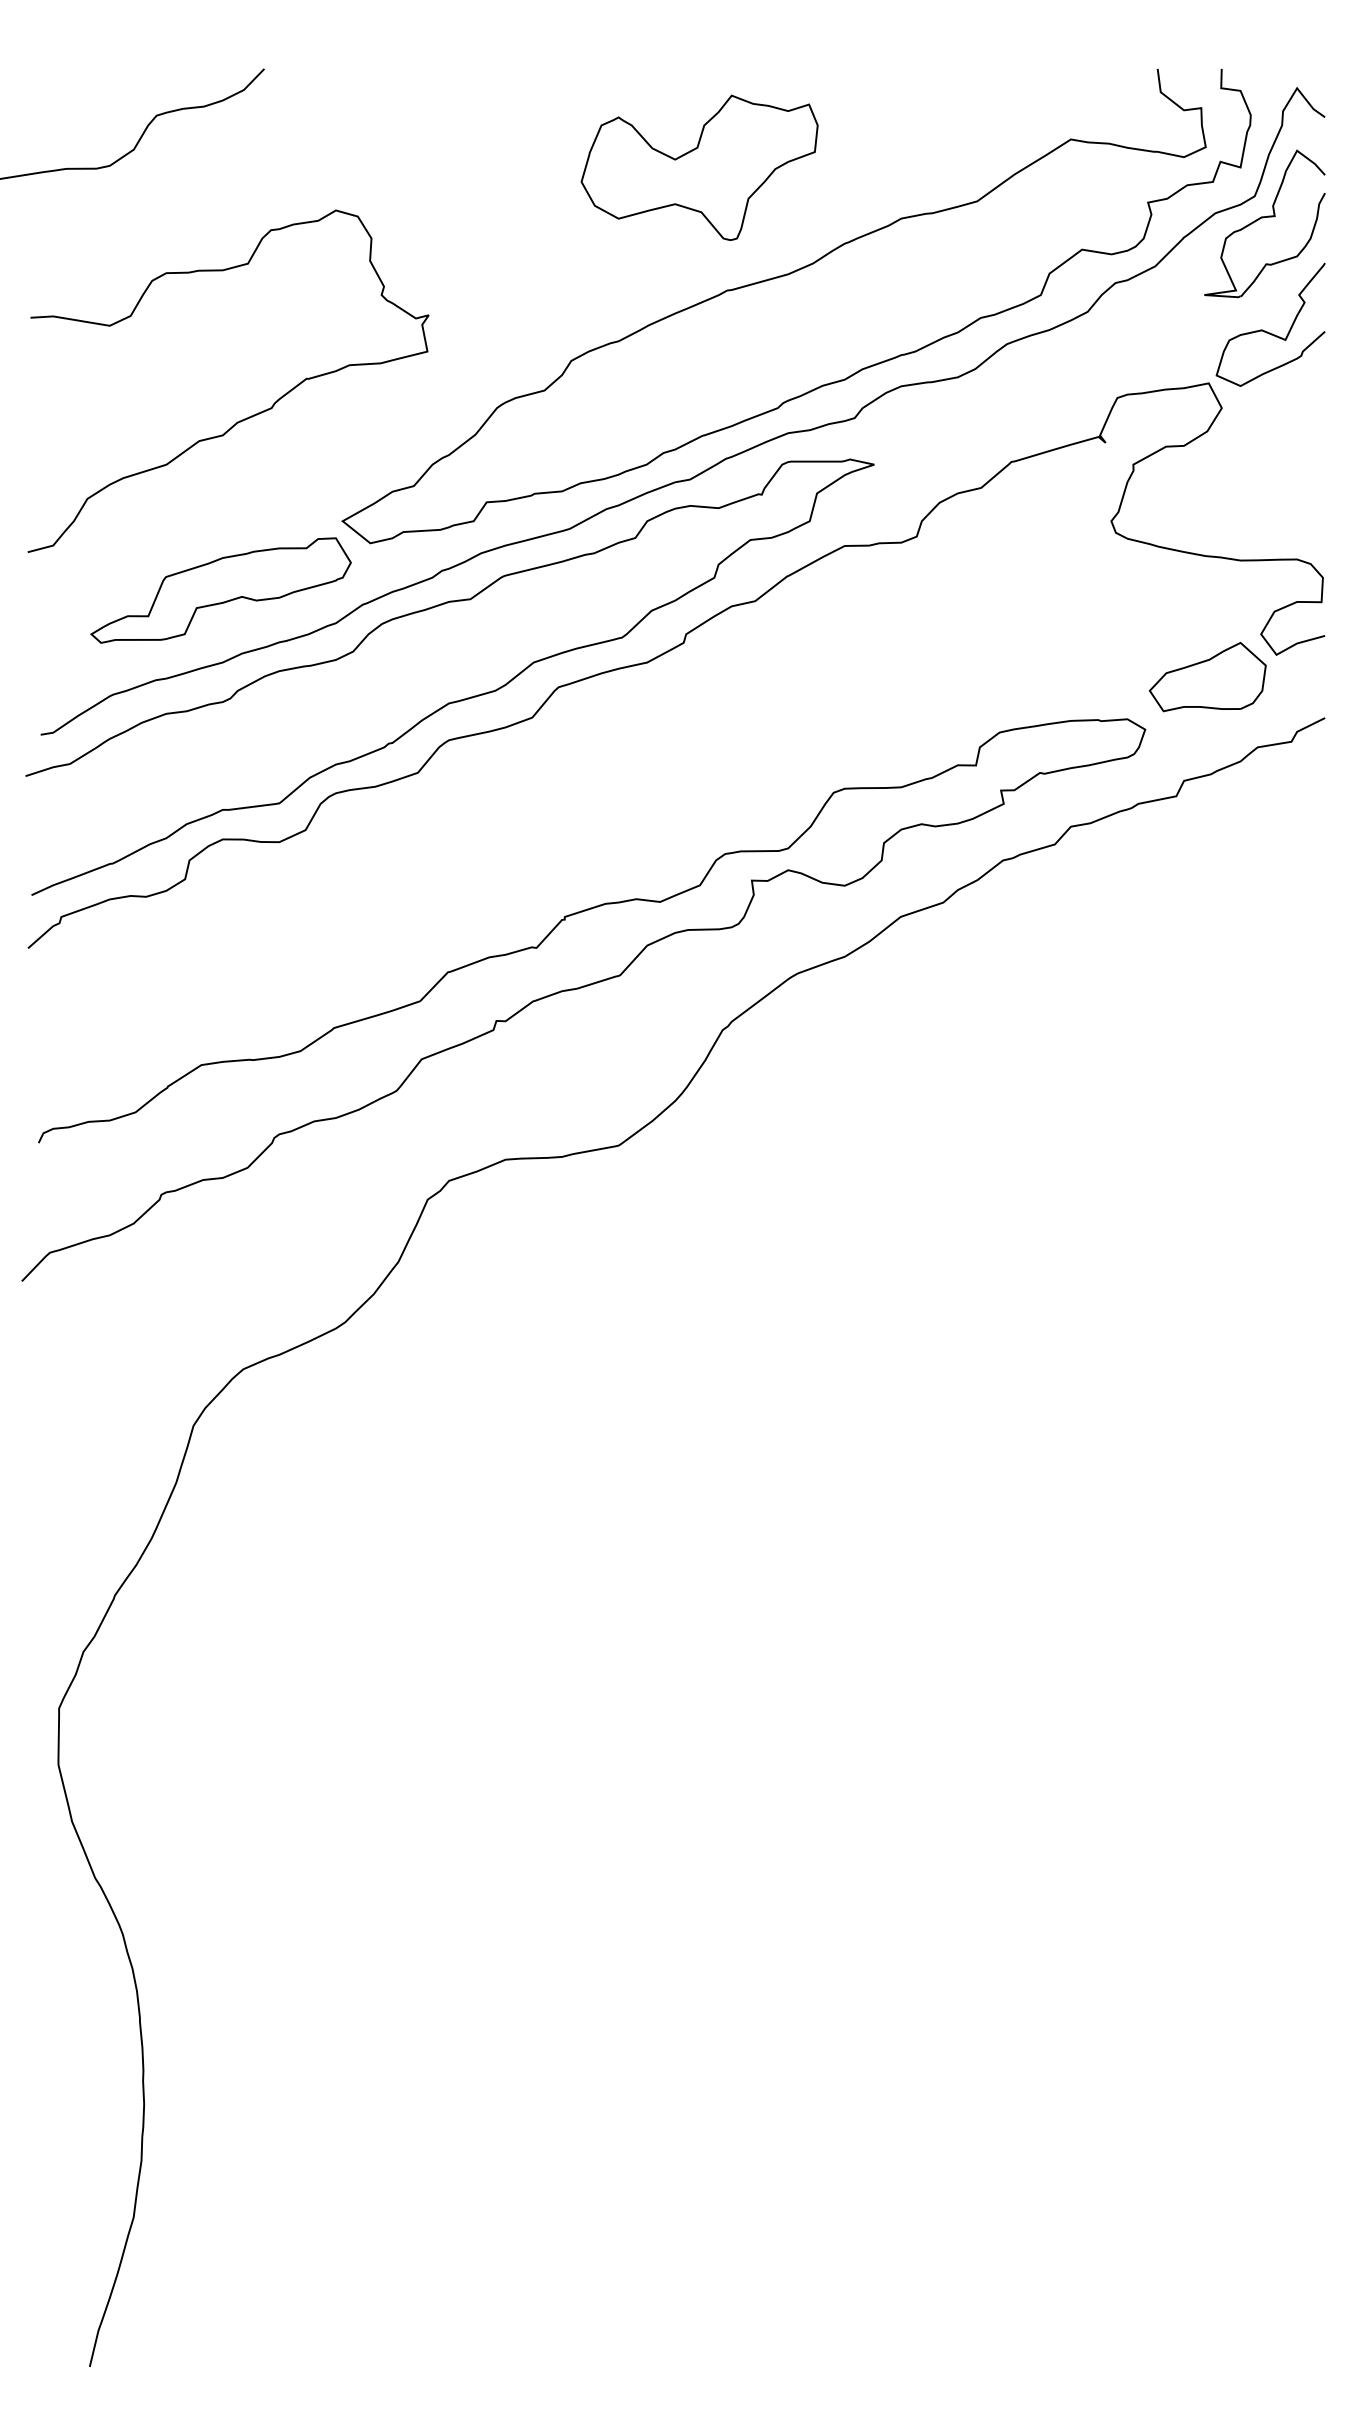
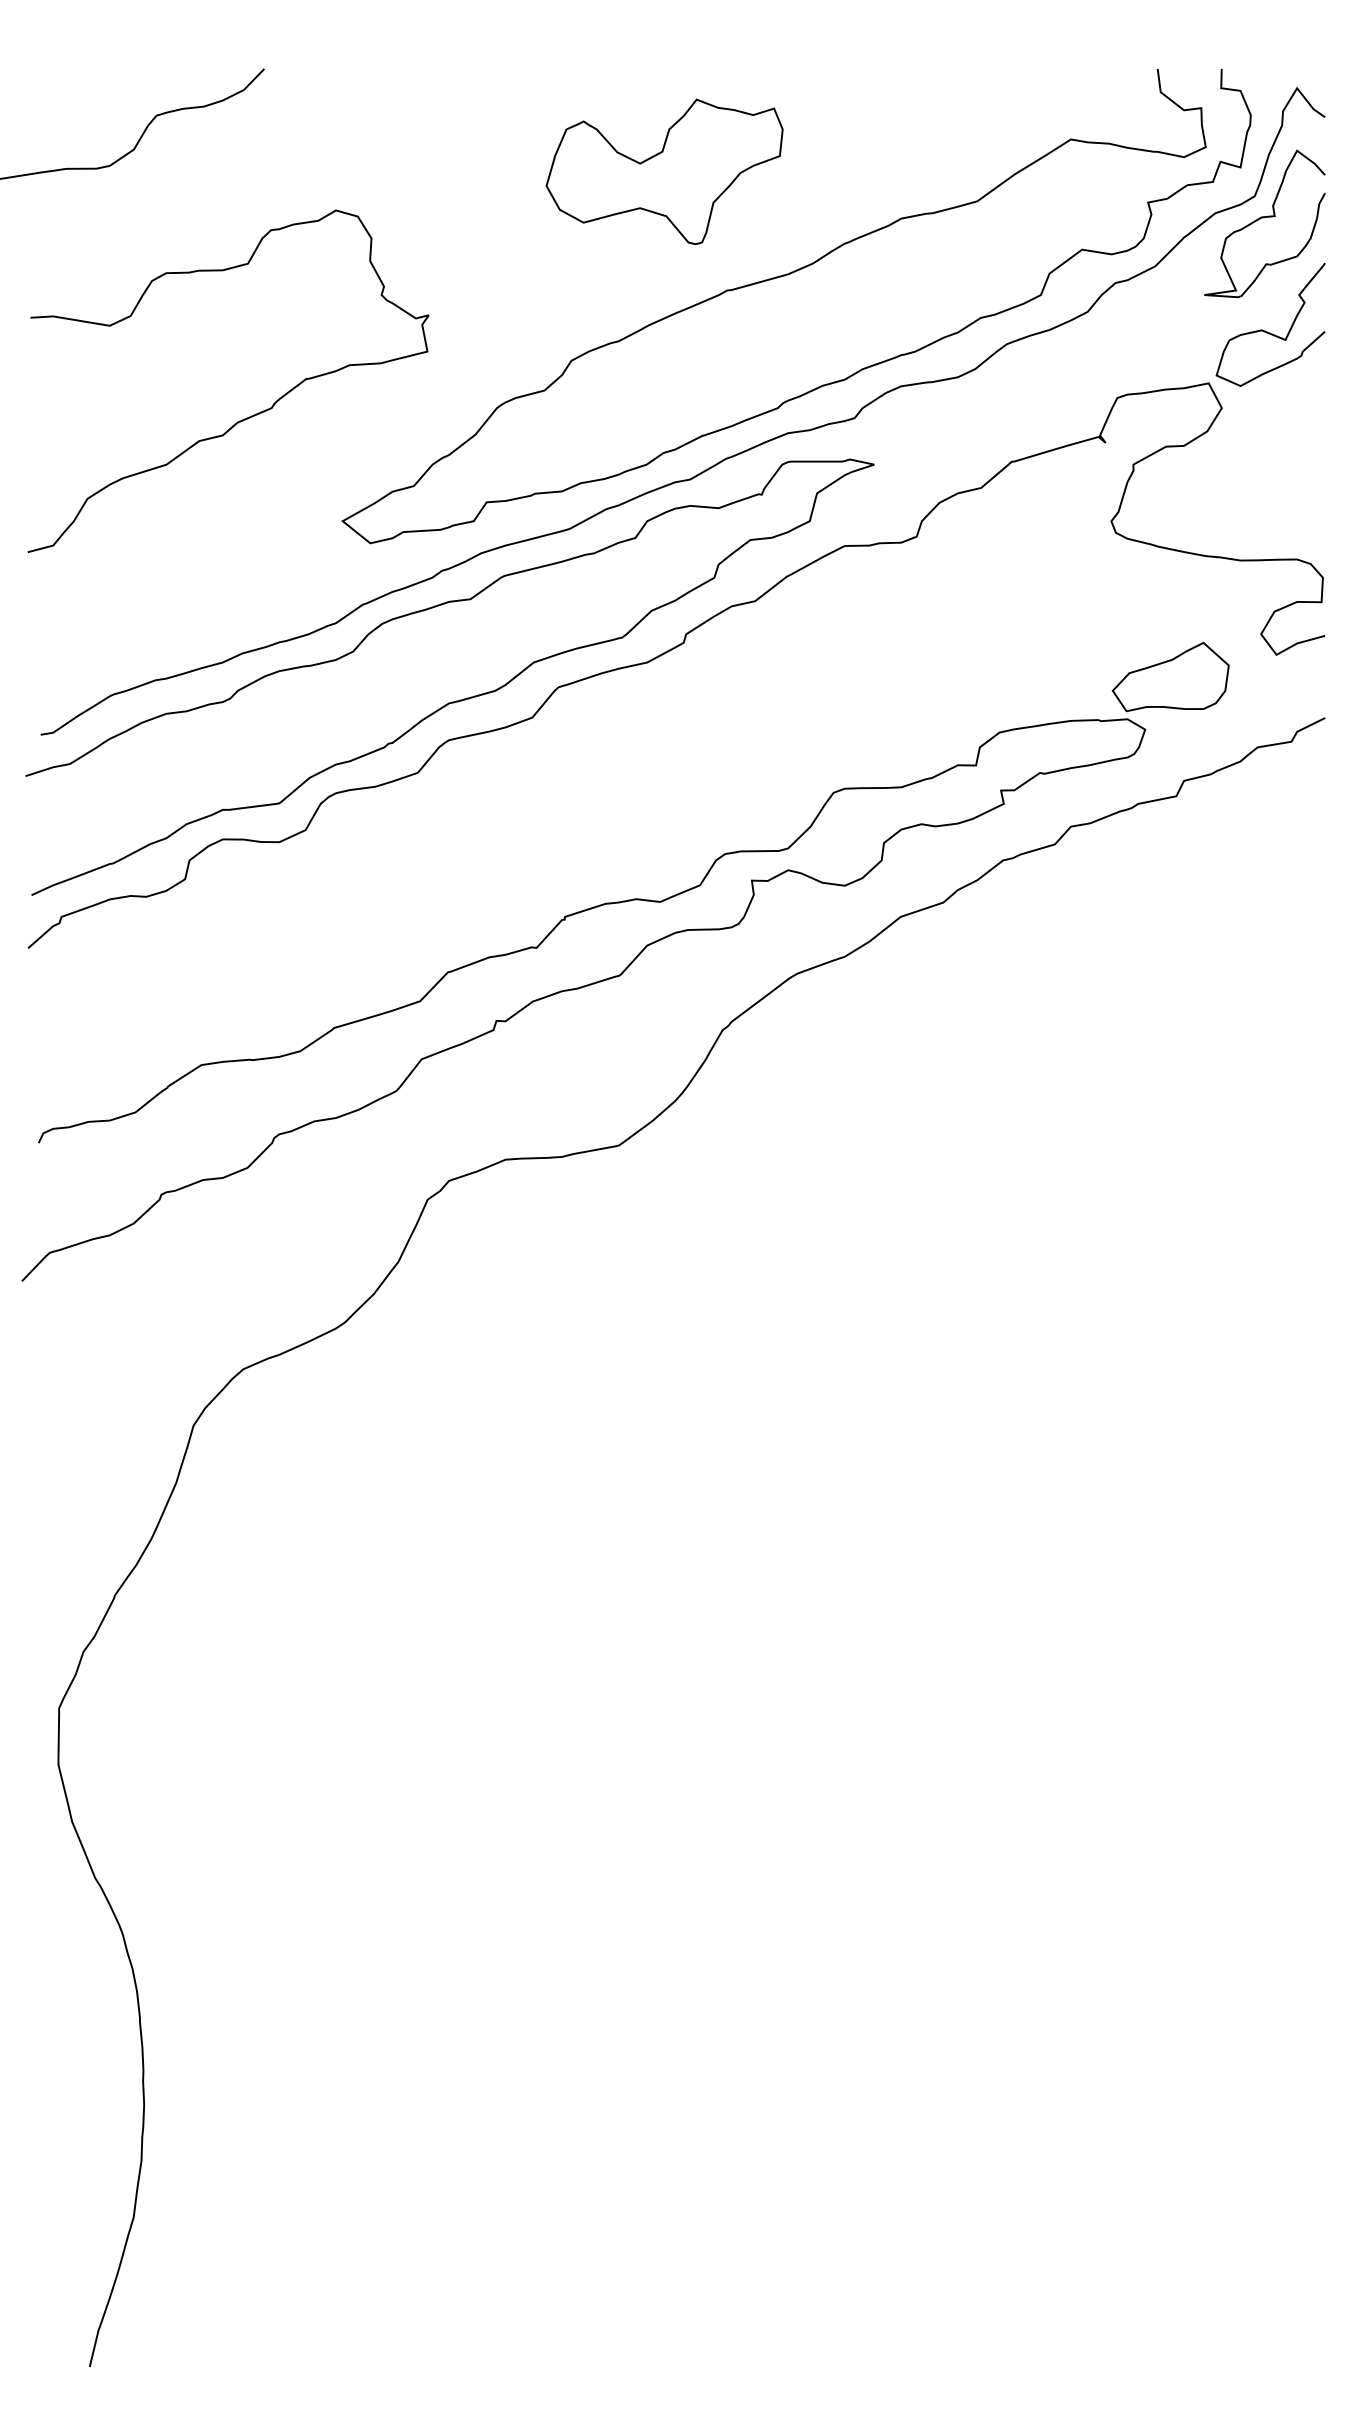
part at (699, 167) position: (699, 167) -> (664, 171)
part at (220, 590): present -> none
part at (1207, 677) position: (1207, 677) -> (1170, 677)
